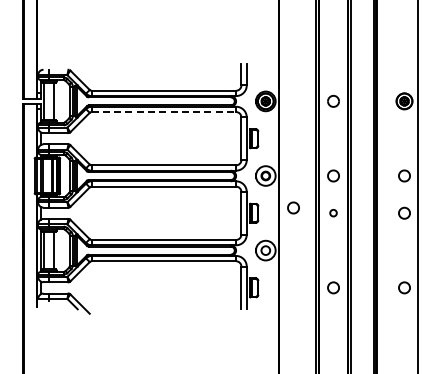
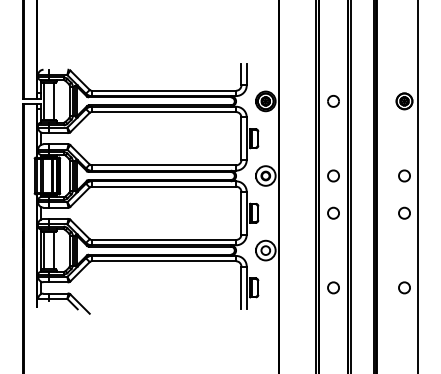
line at (164, 112): dashed -> solid
part at (293, 207): present -> none
circle at (333, 213) size: 9x9 px -> 13x14 px
